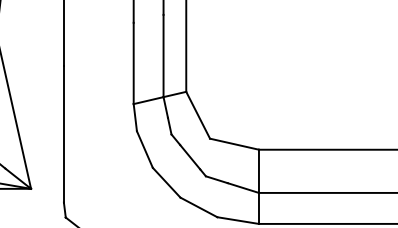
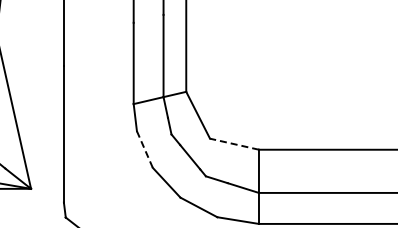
line at (234, 144): solid -> dashed
line at (144, 149): solid -> dashed
